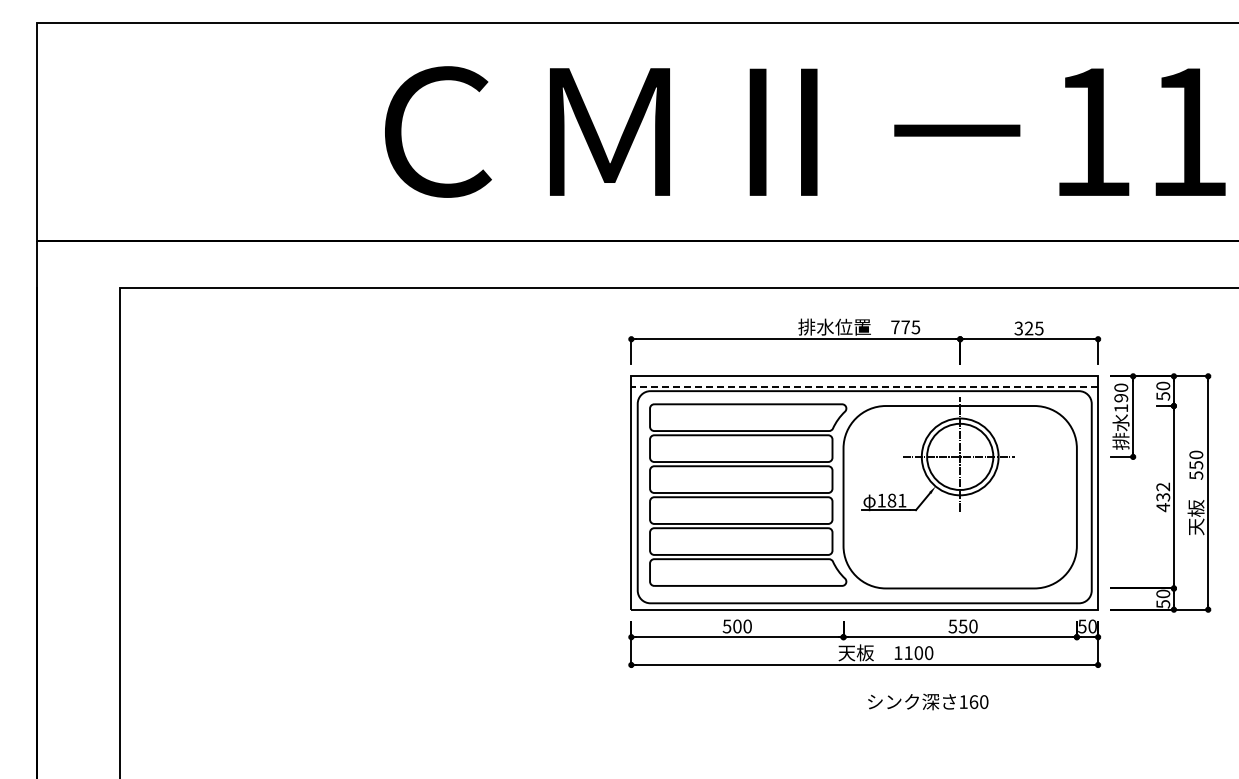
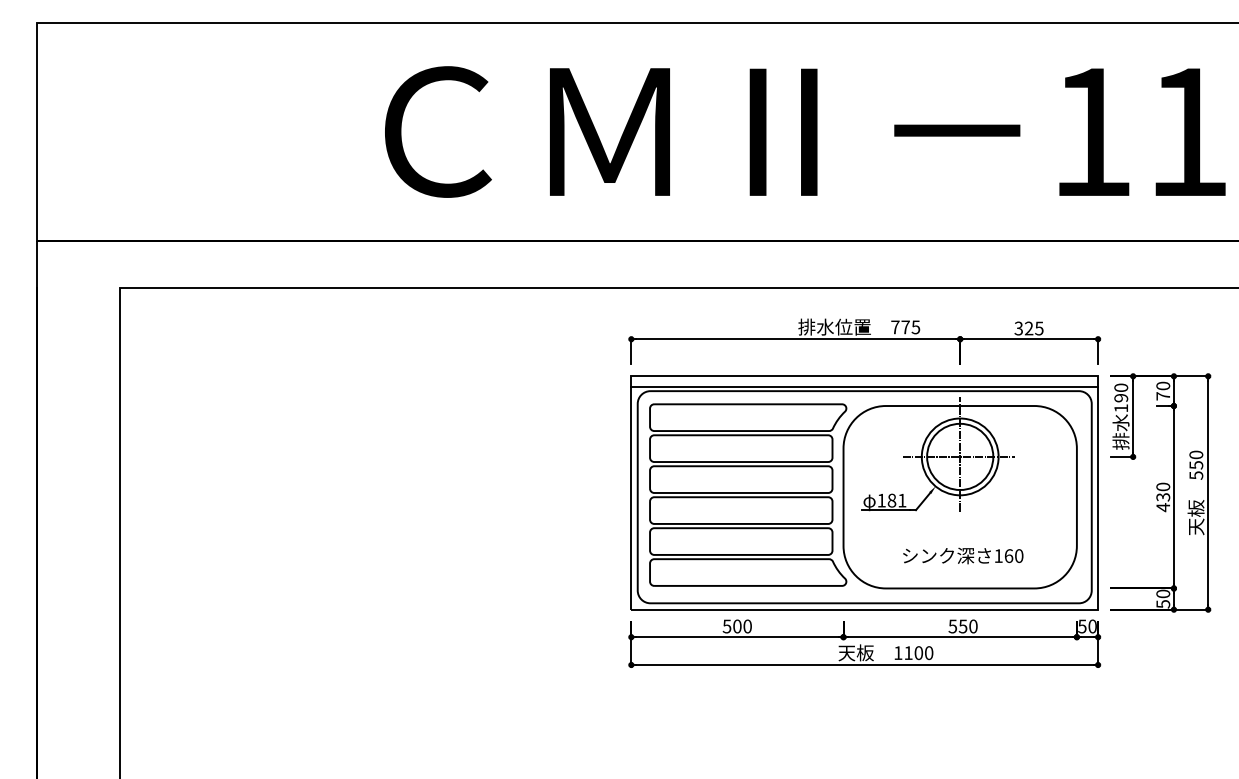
line at (864, 386): dashed -> solid
text at (1163, 396): 50 -> 70
text at (1163, 486): 432 -> 430
text at (928, 701) position: (928, 701) -> (963, 555)
